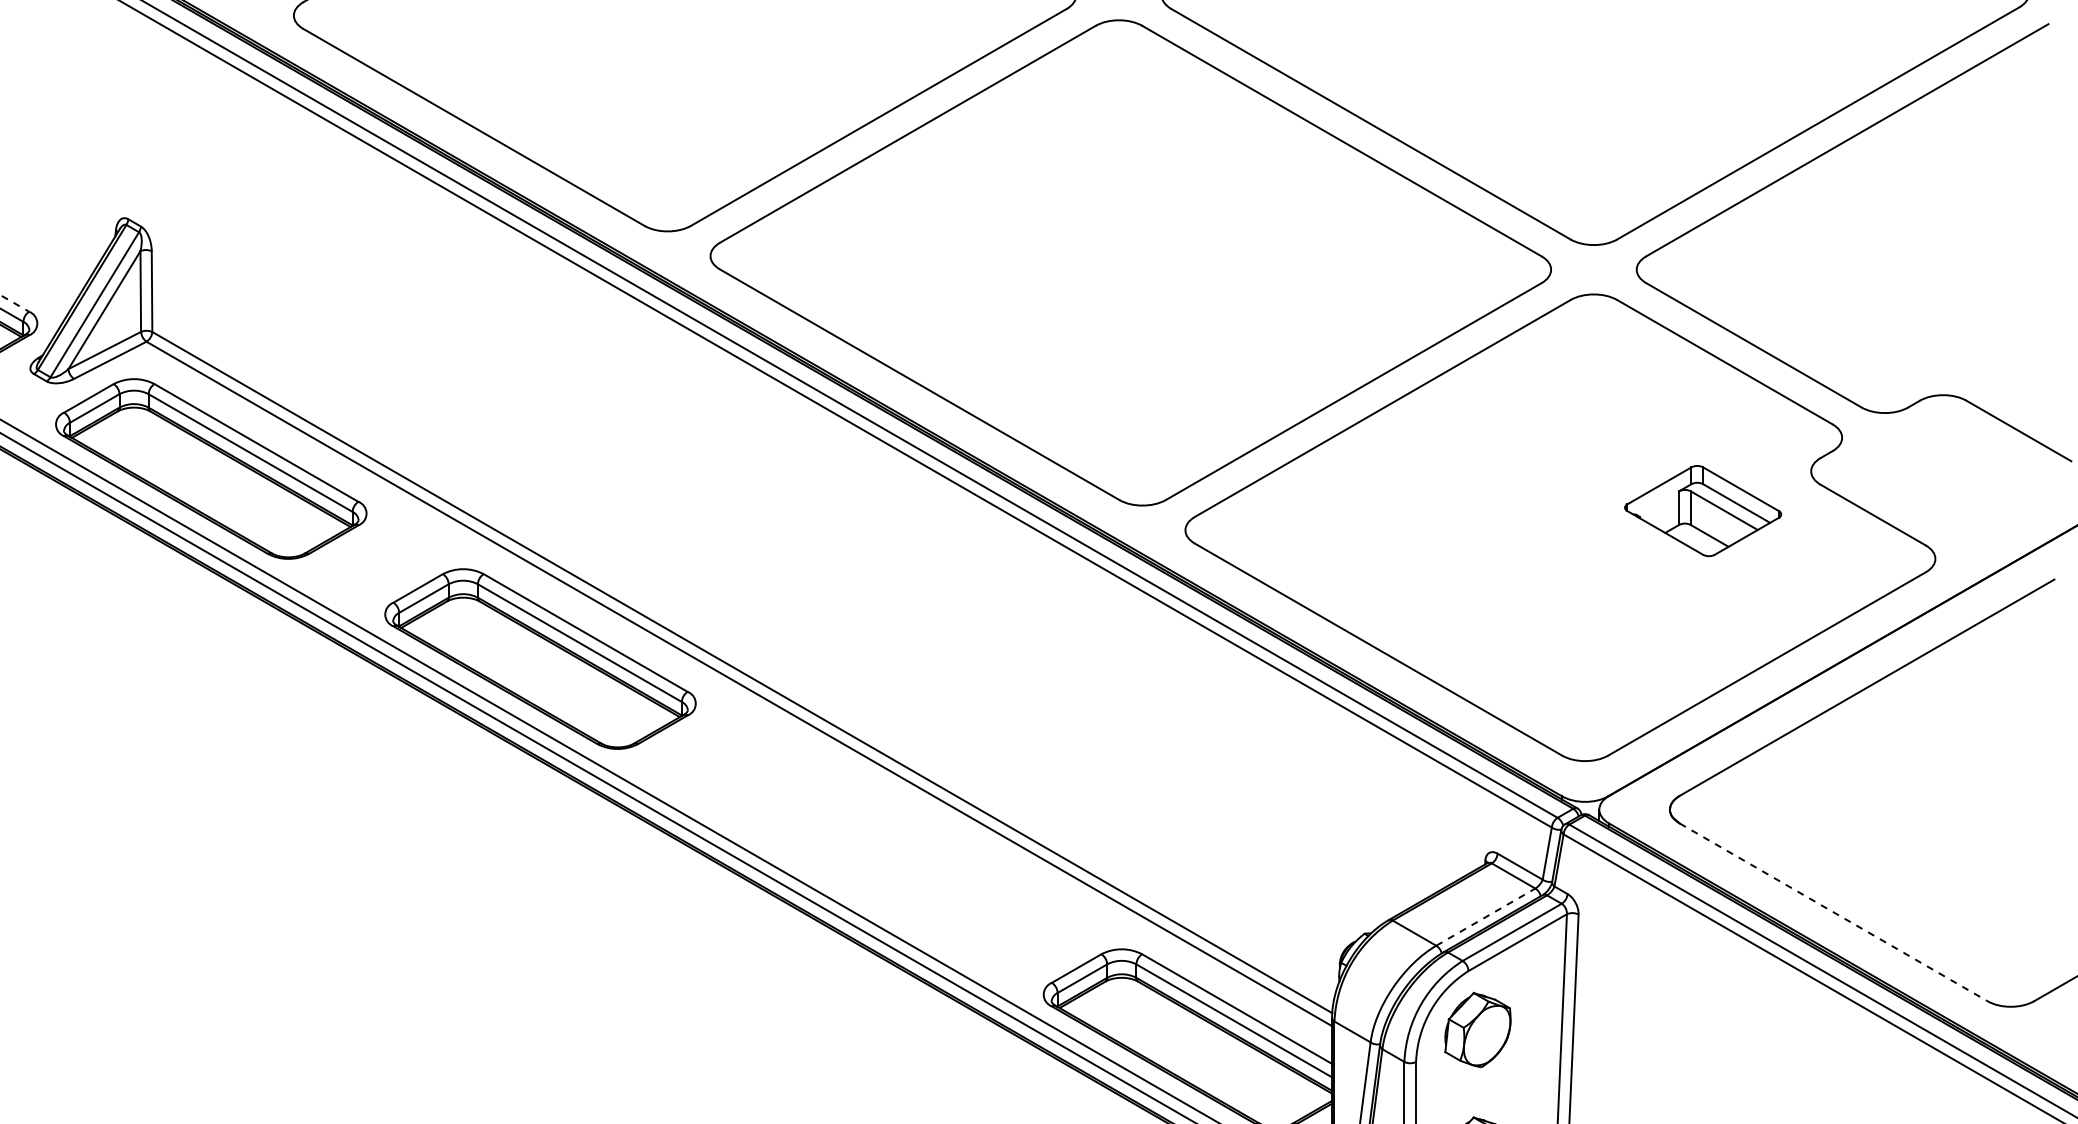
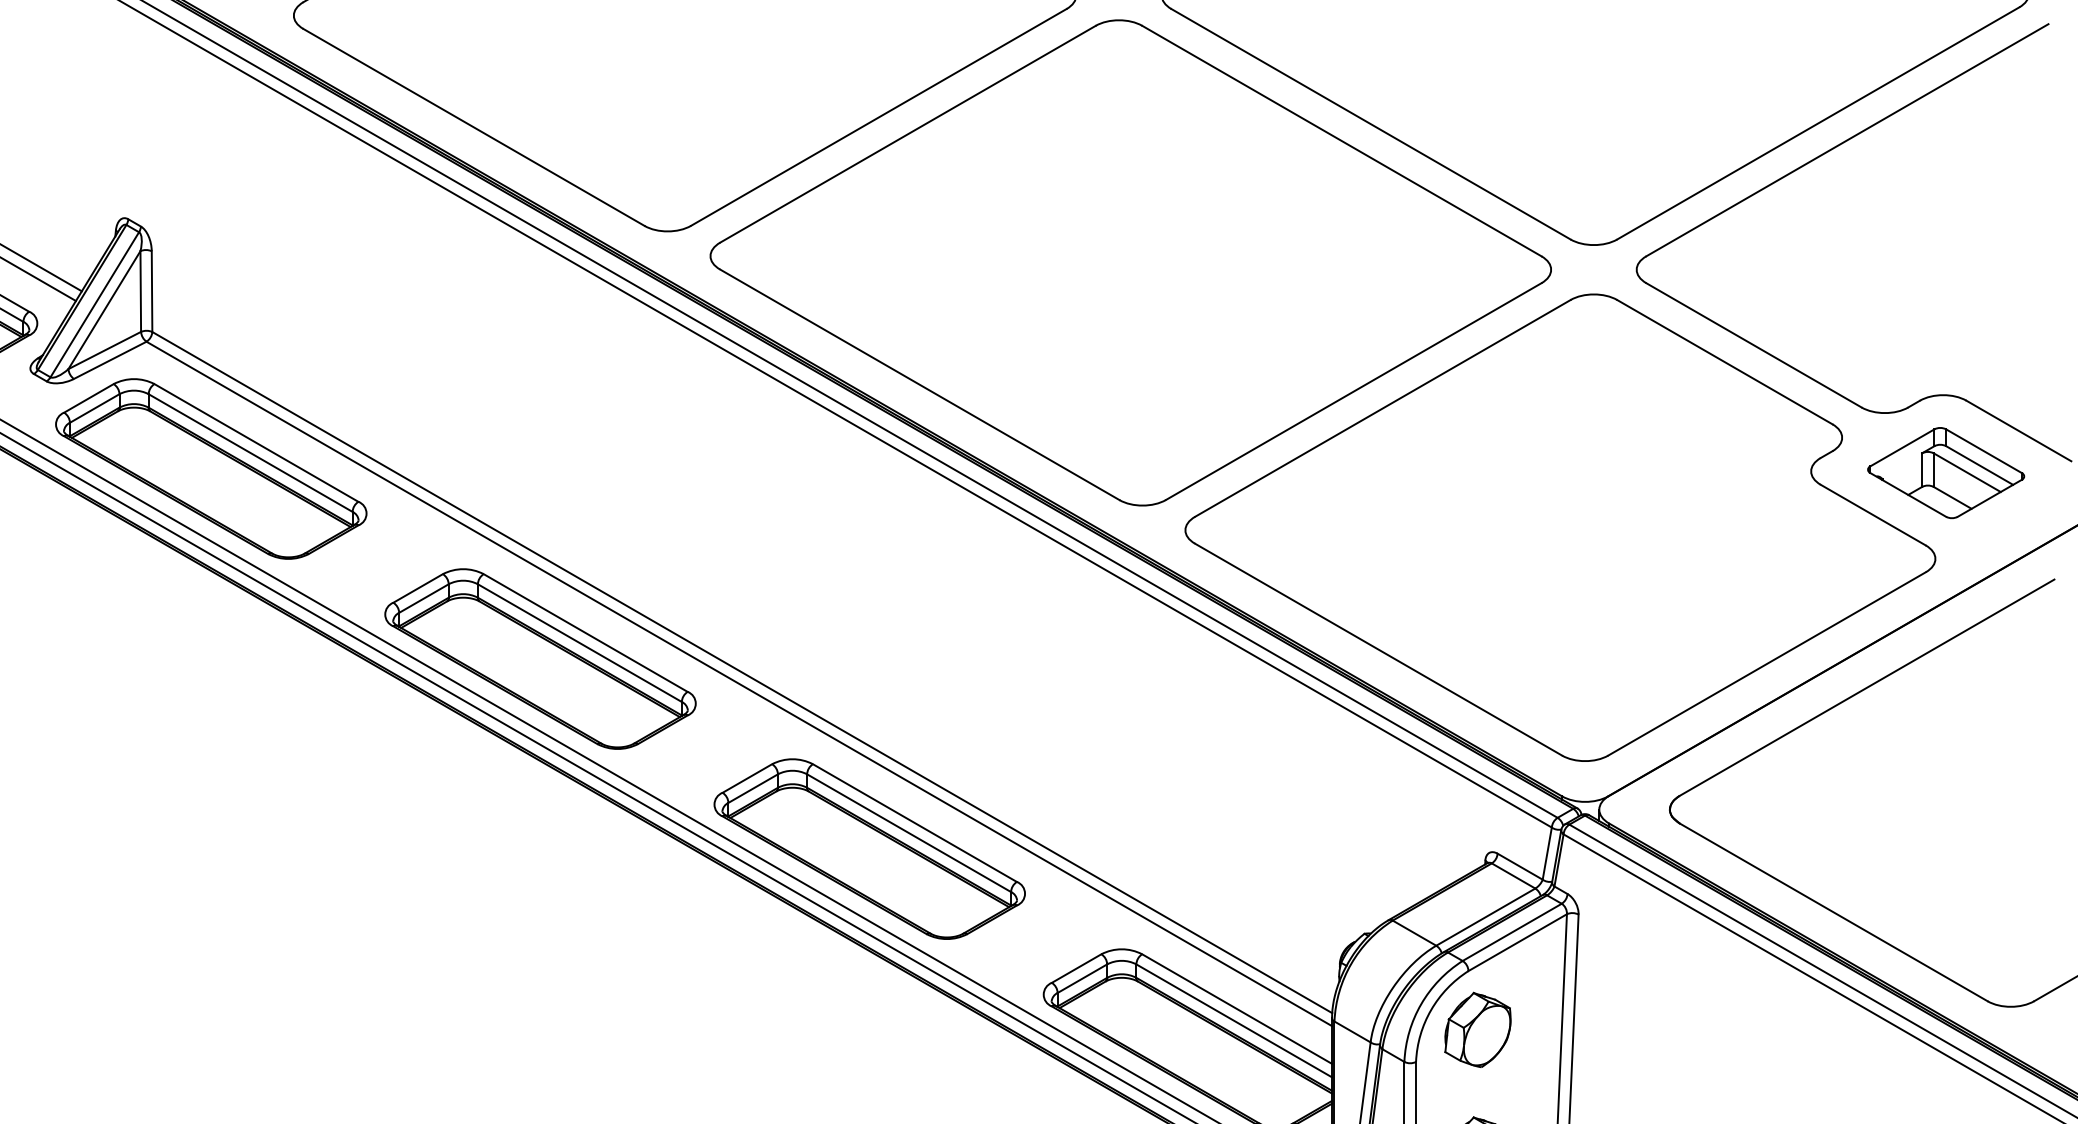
line at (41, 268): none -> present
line at (38, 279): none -> present
line at (15, 303): dashed -> solid
part at (1703, 511) position: (1703, 511) -> (1946, 473)
part at (869, 848): none -> present
line at (1833, 912): dashed -> solid
line at (1486, 916): dashed -> solid
